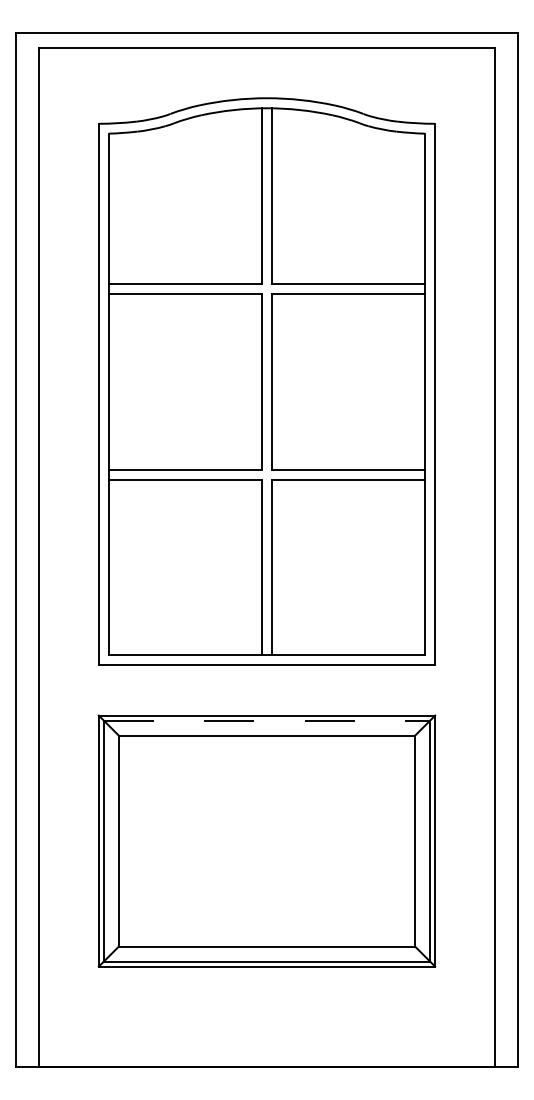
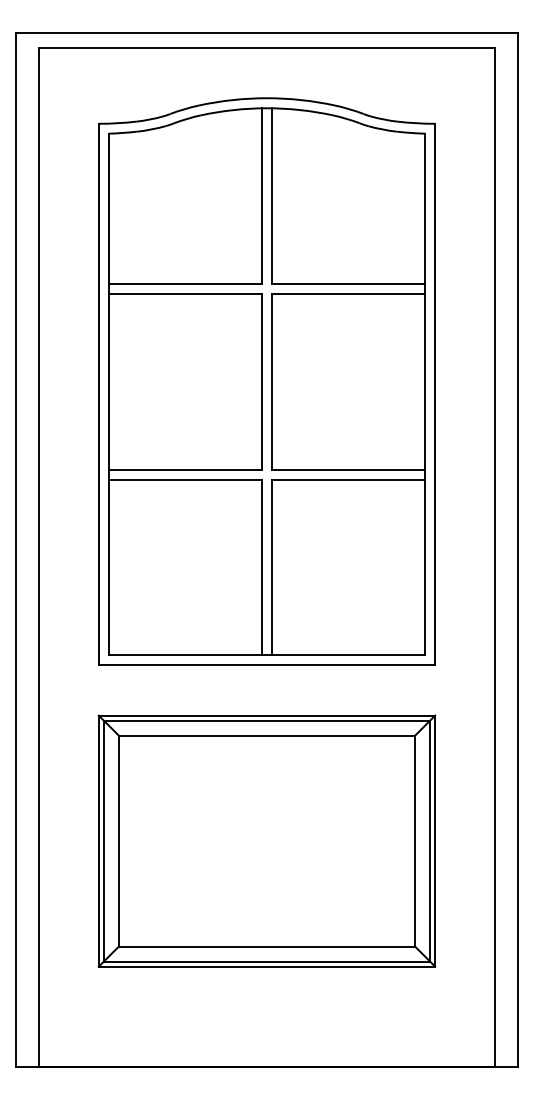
line at (267, 720): dashed -> solid
